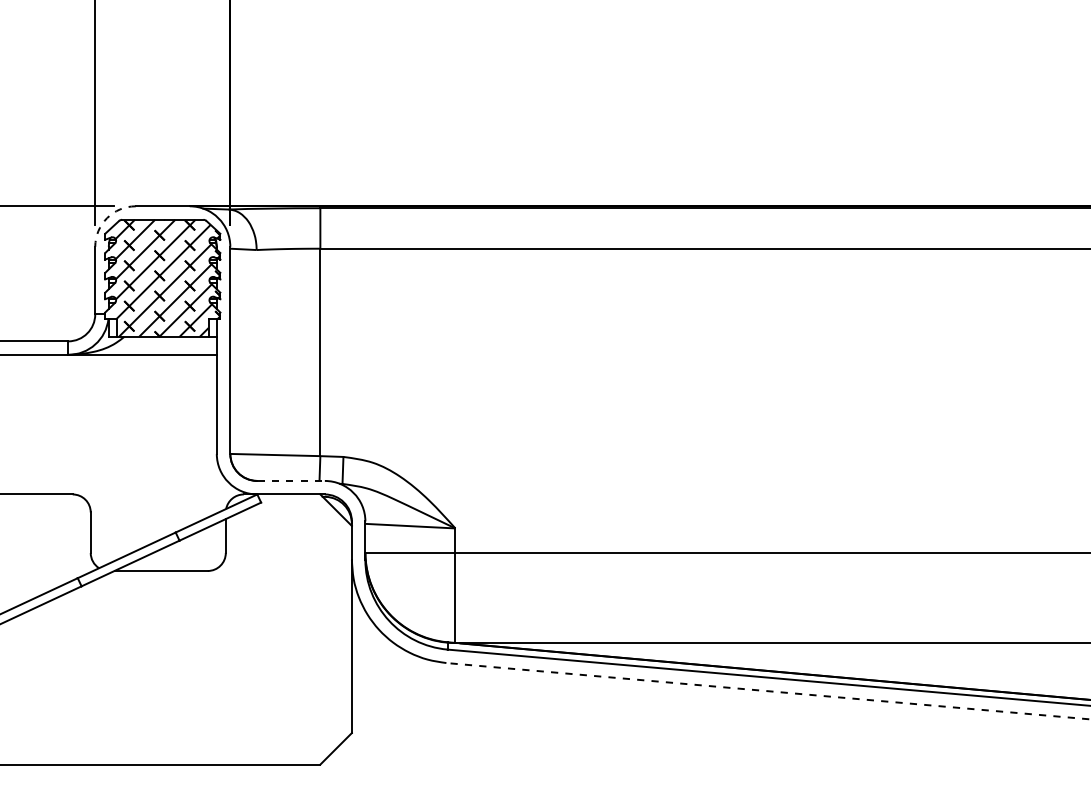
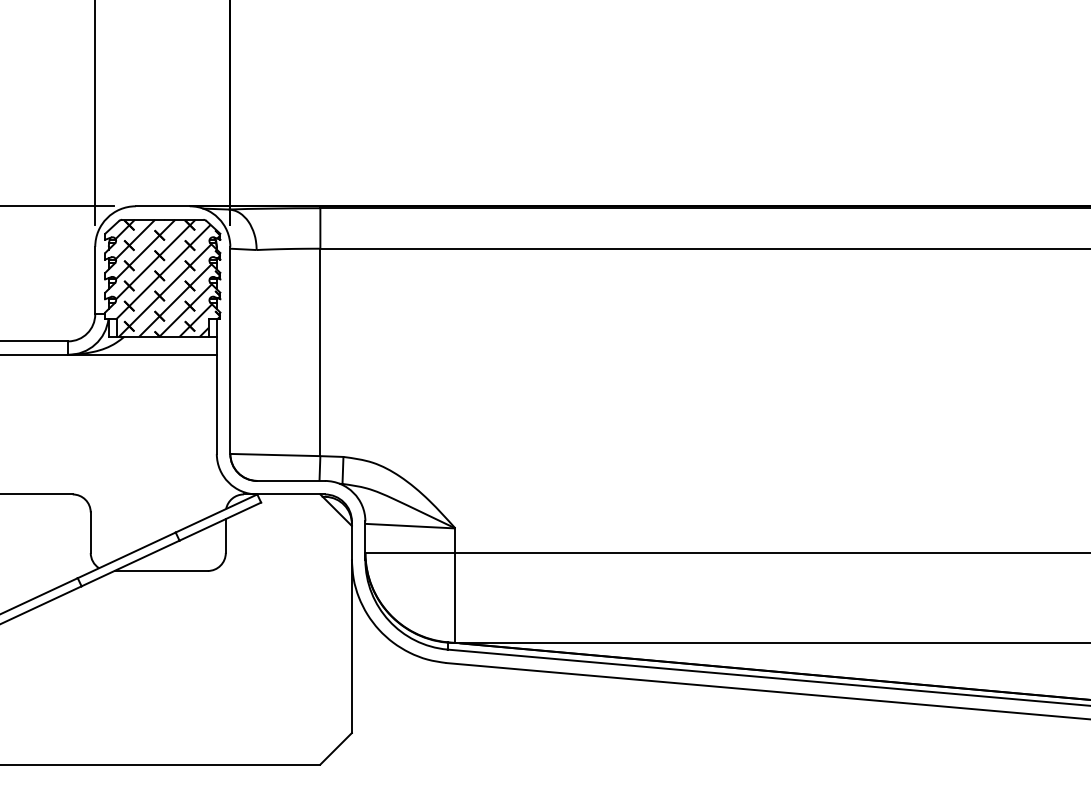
arc at (107, 218): dashed -> solid
line at (291, 480): dashed -> solid
line at (768, 691): dashed -> solid
